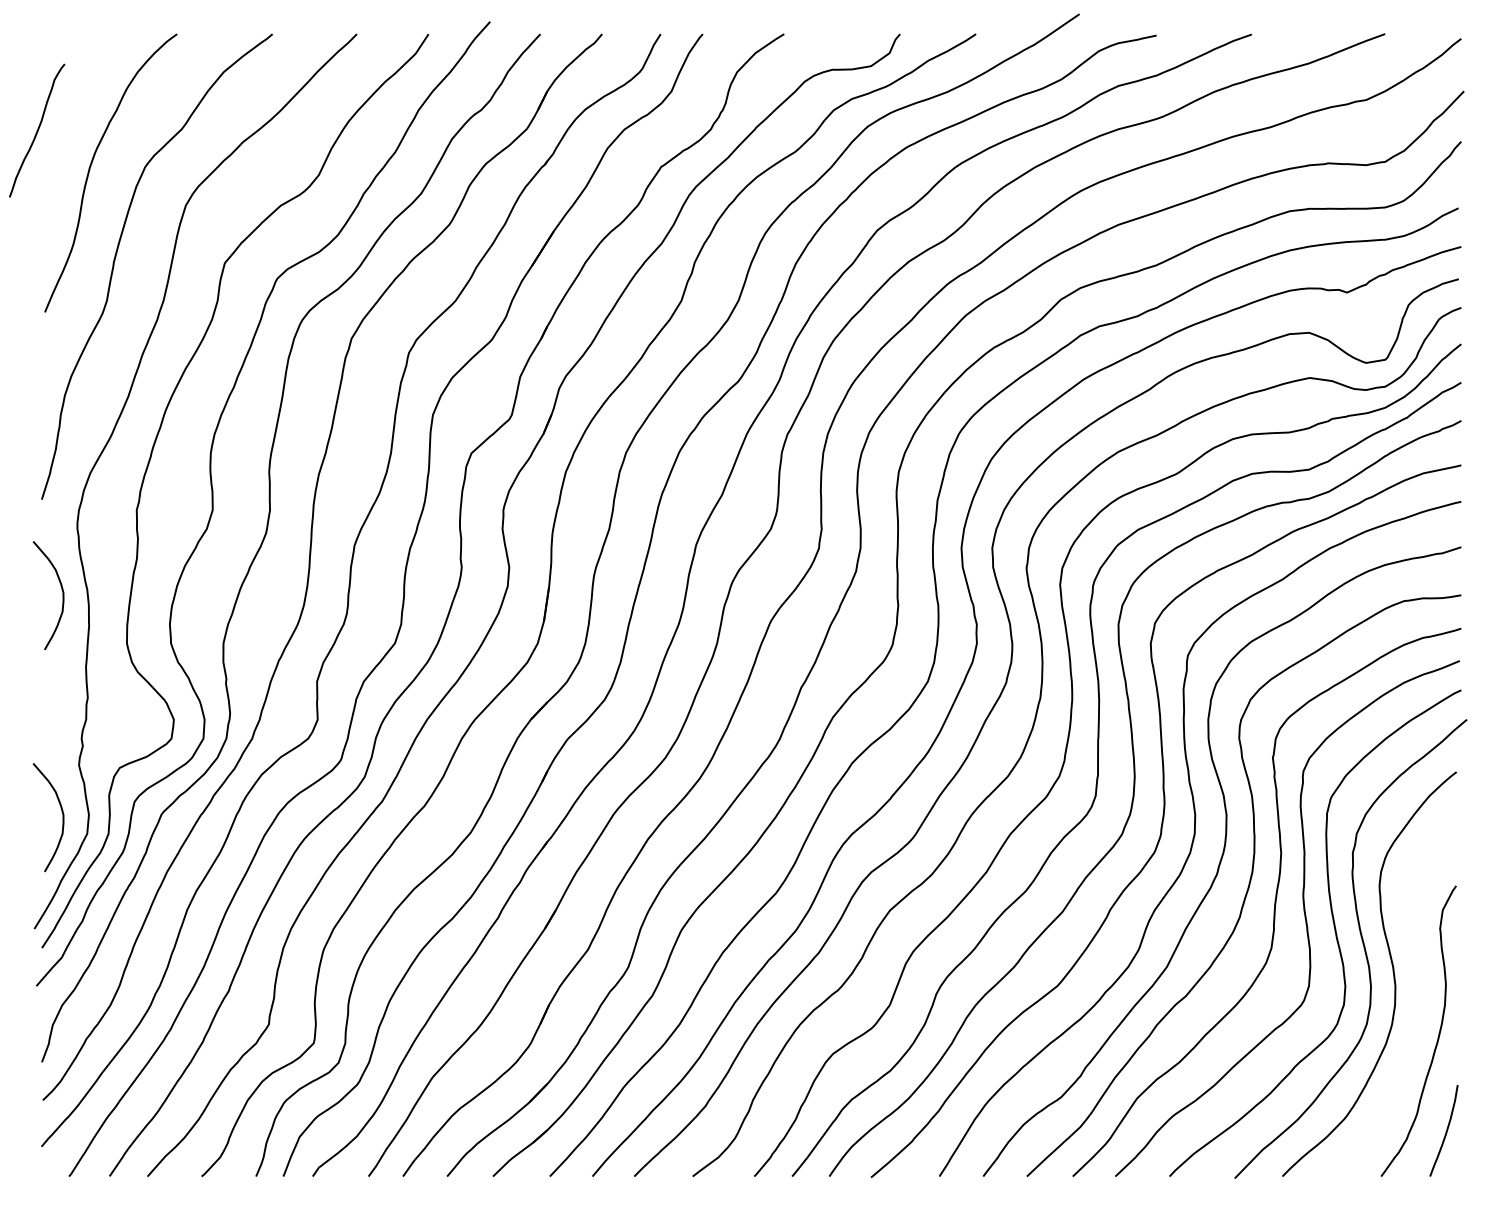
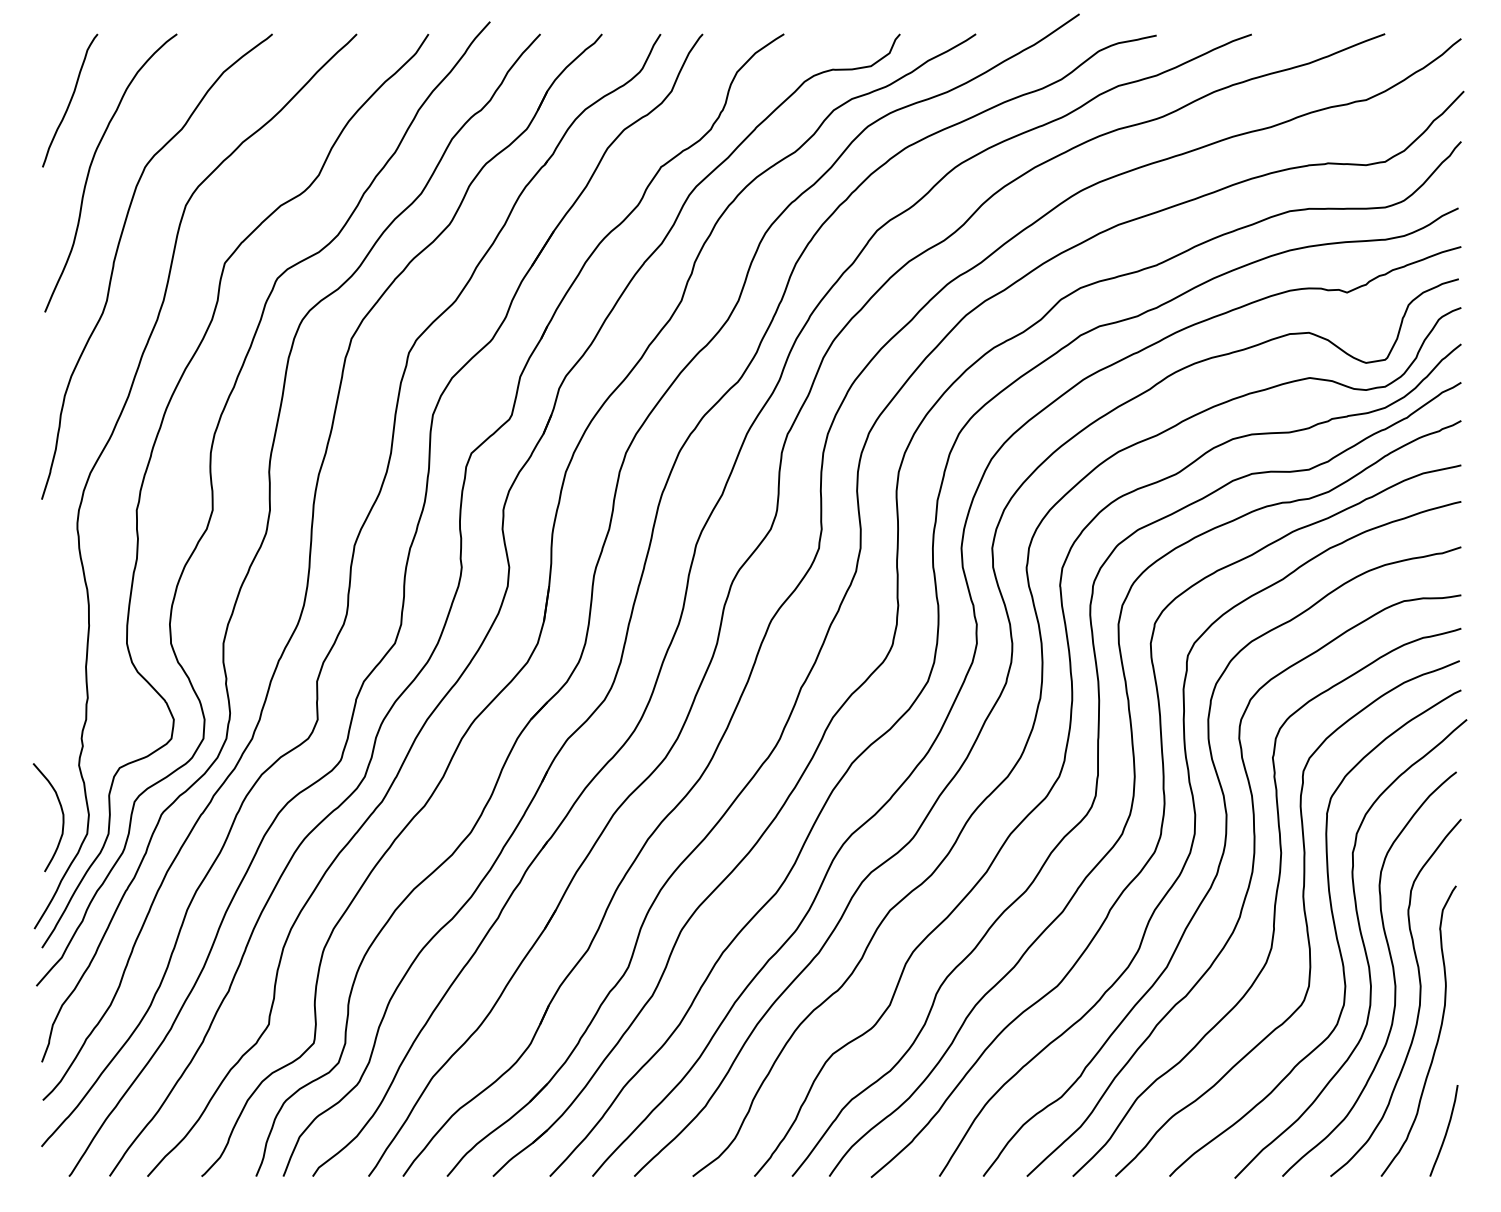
curve at (37, 130) position: (37, 130) -> (70, 100)
curve at (61, 590): present -> none
curve at (1419, 997): none -> present
